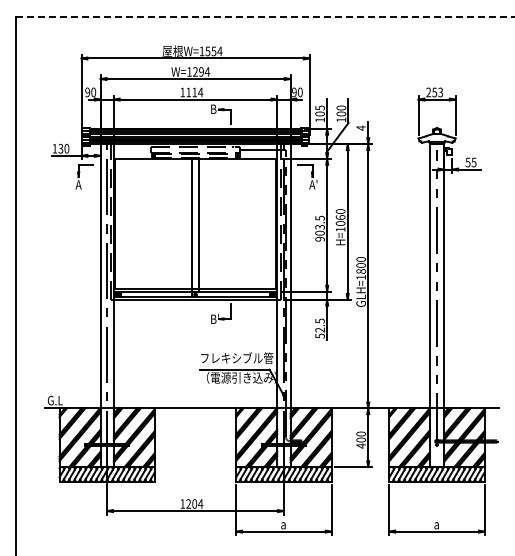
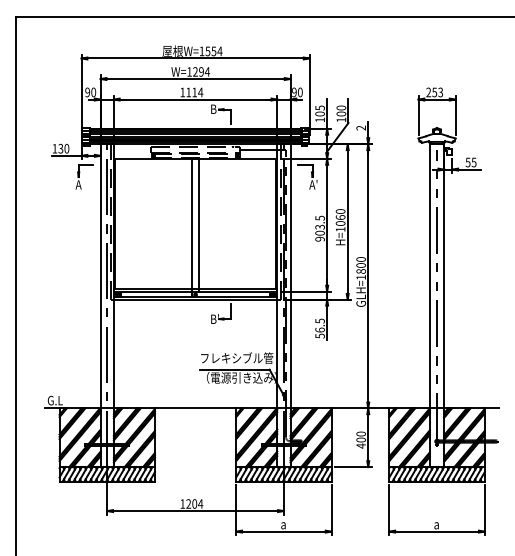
line at (265, 16): dashed -> solid
text at (360, 127): 4 -> 2
text at (319, 329): 52.5 -> 56.5
